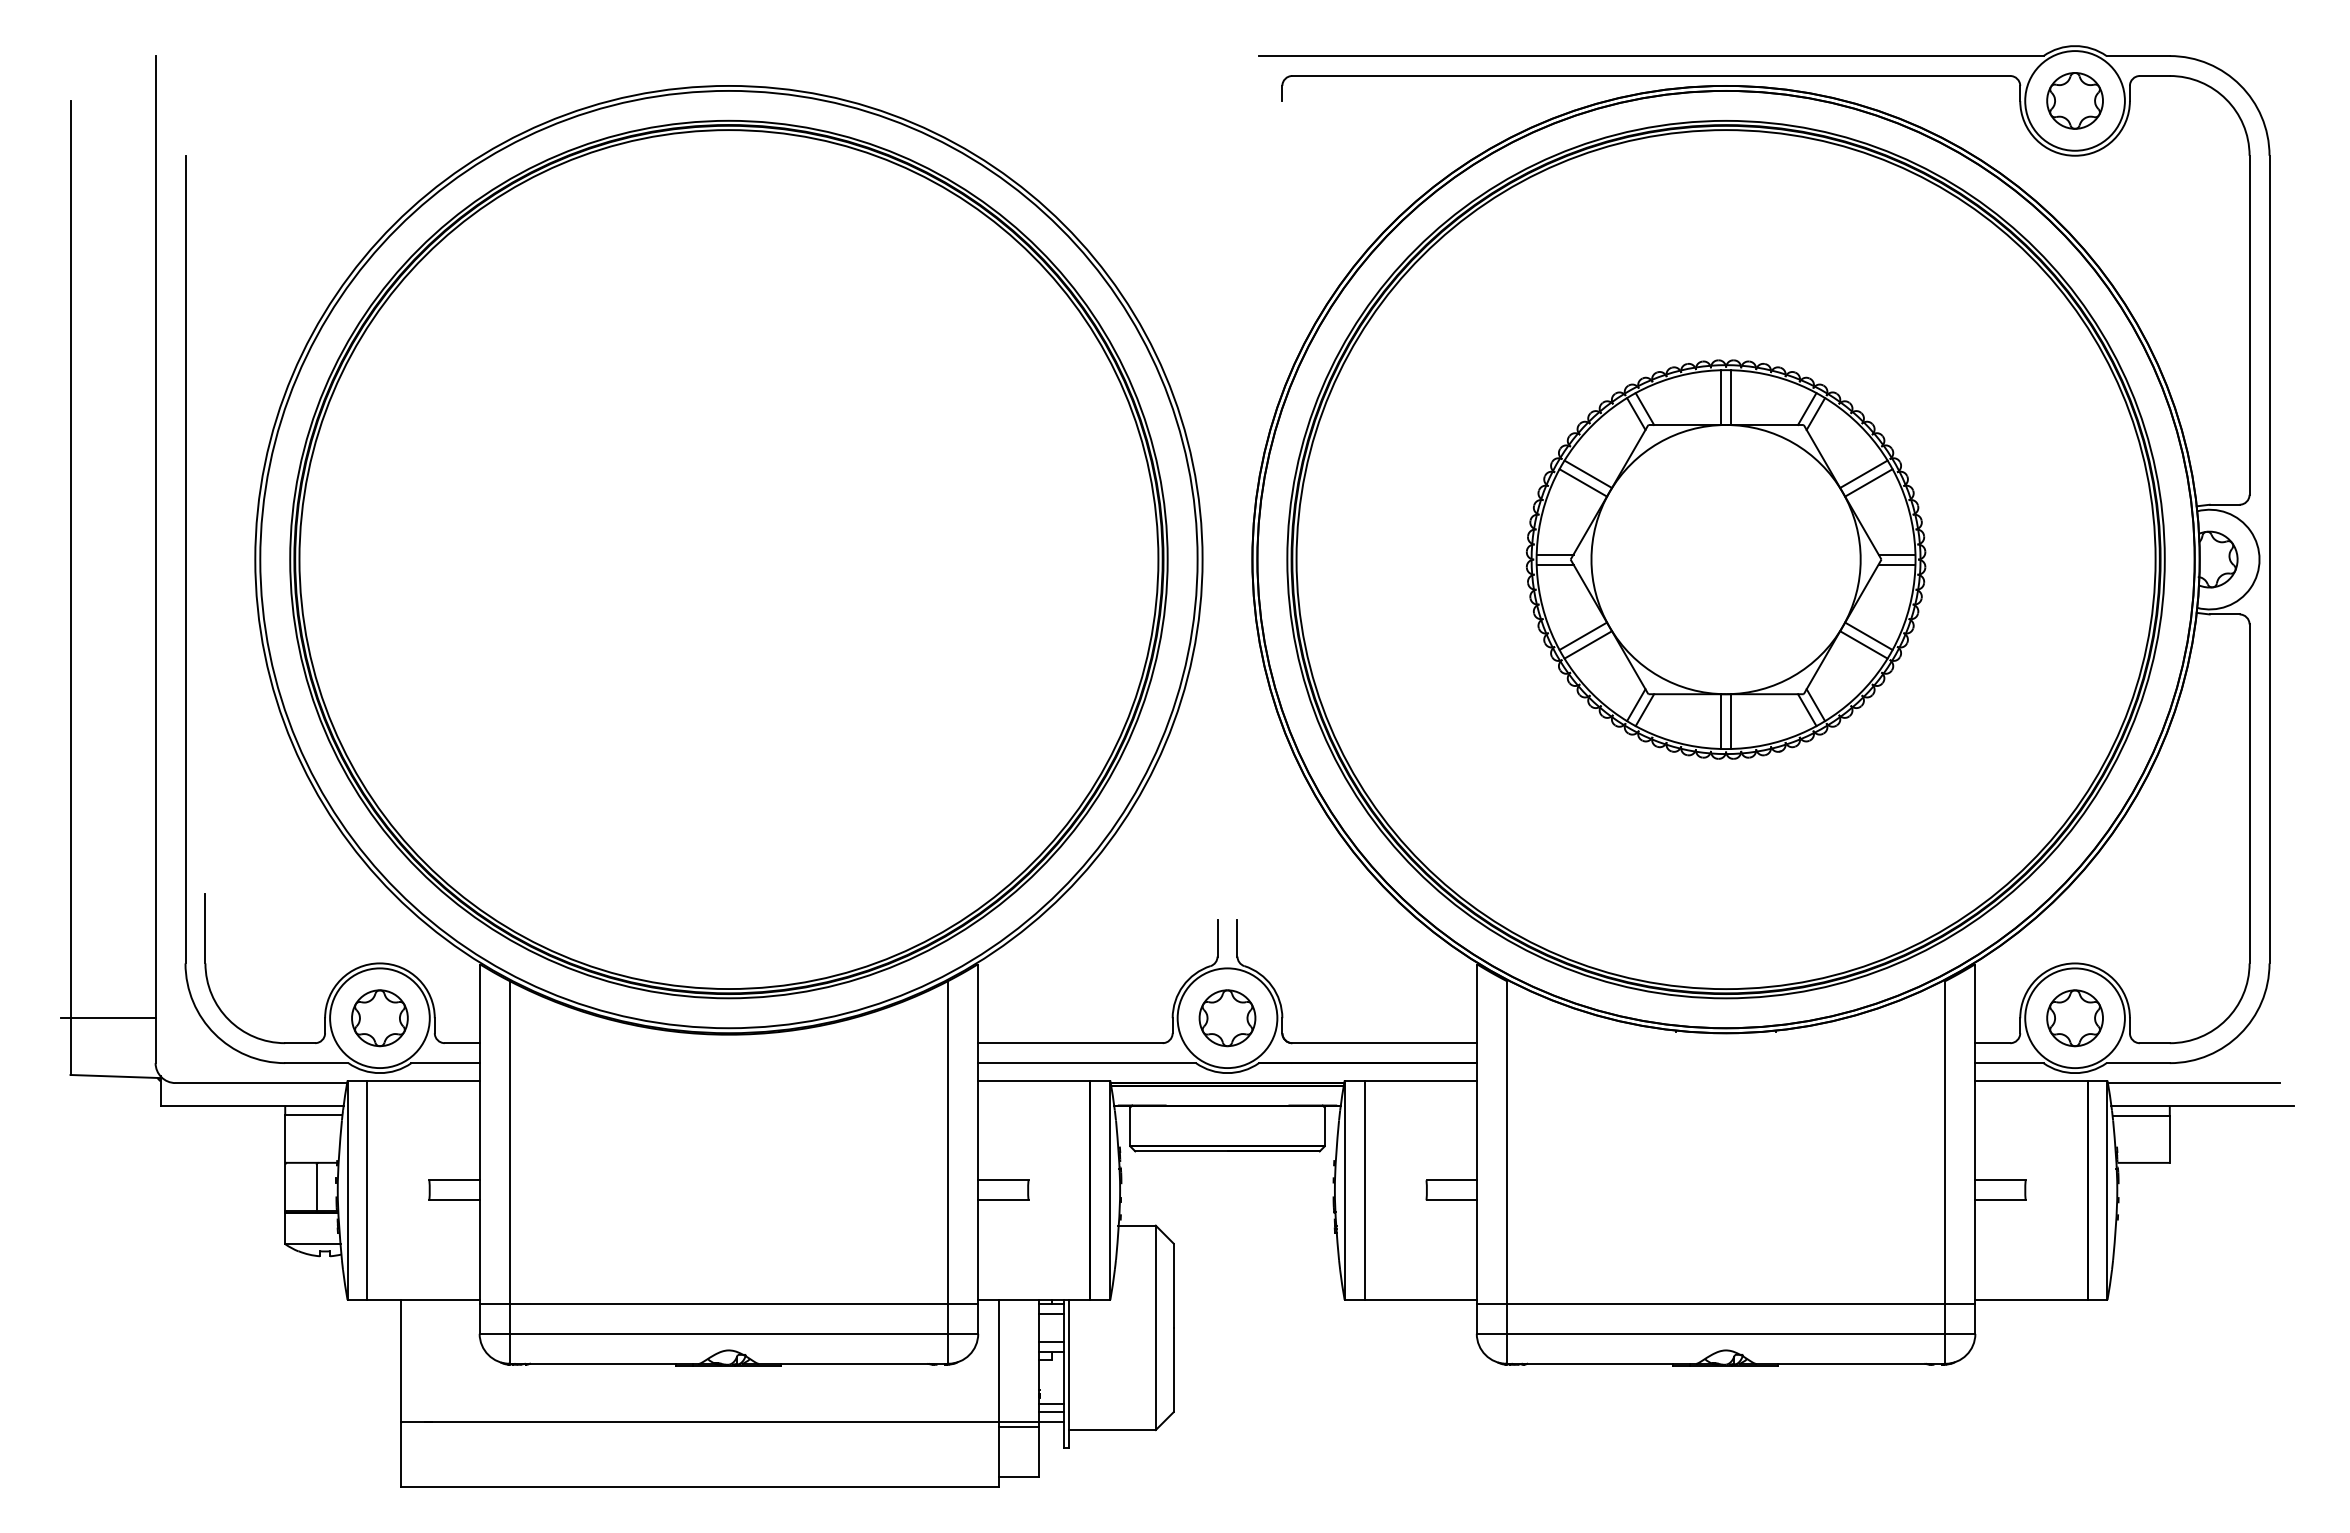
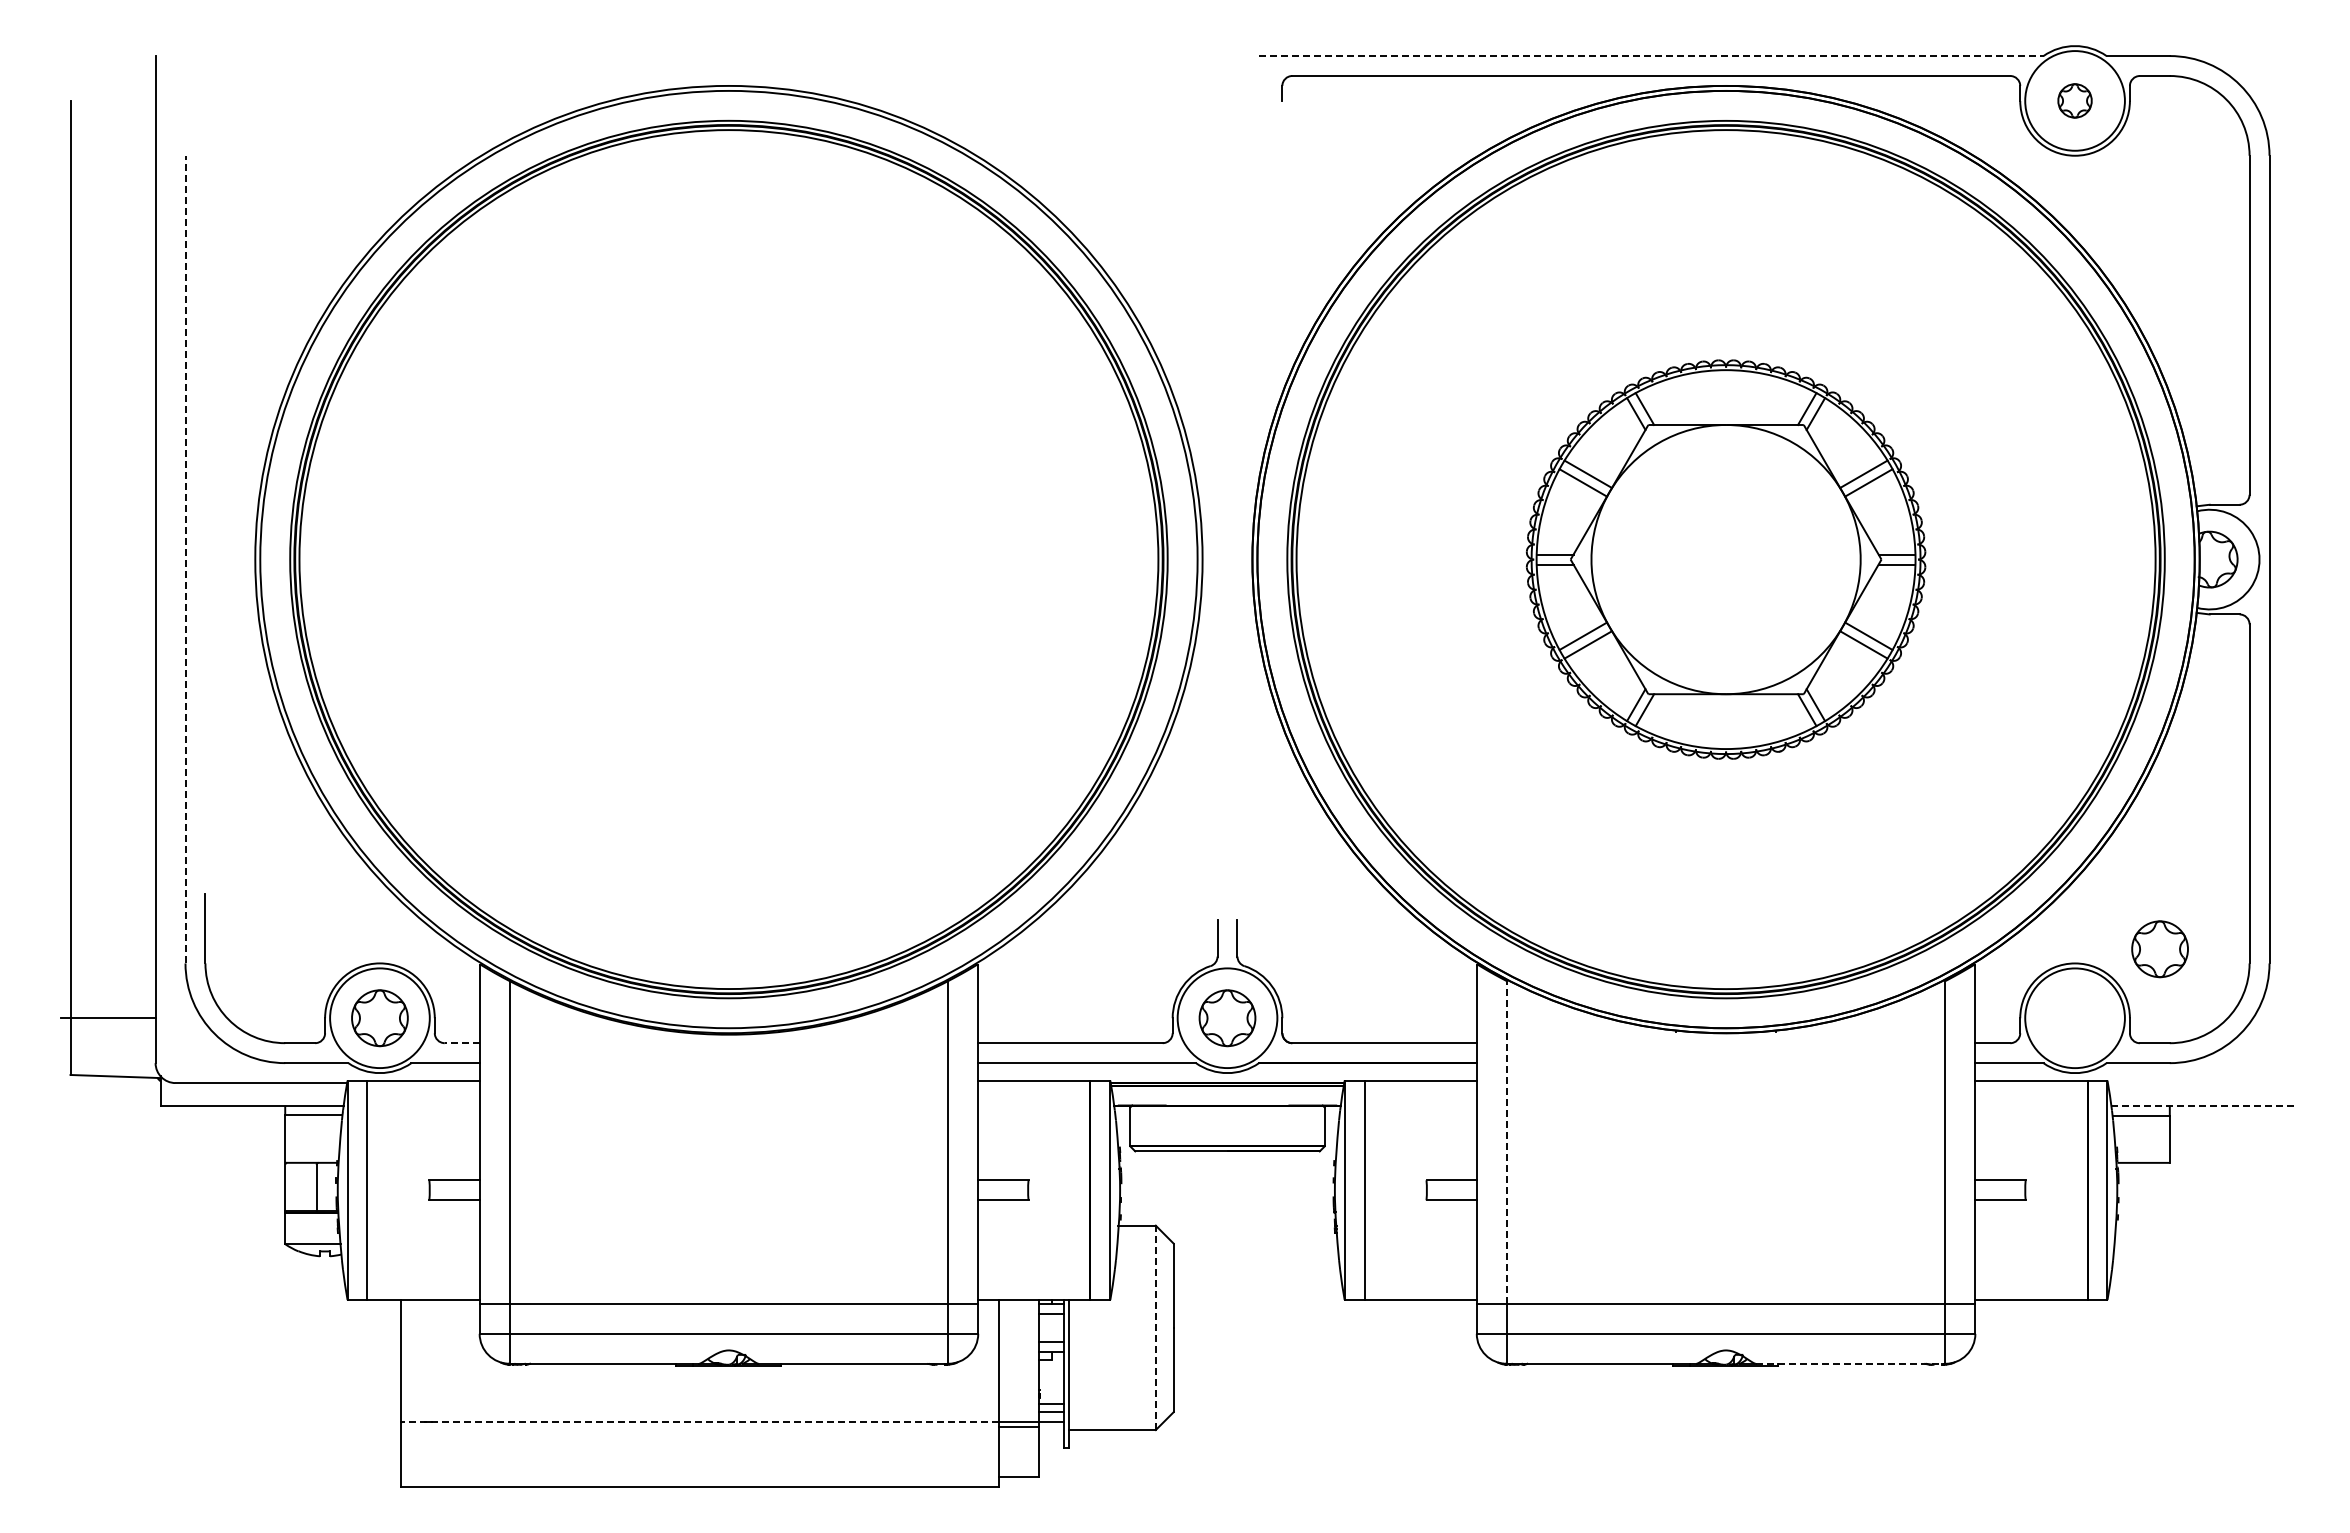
line at (1651, 56): solid -> dashed
part at (2074, 100) size: 58x58 px -> 36x36 px
line at (1721, 397): present -> none
line at (1731, 397): present -> none
line at (185, 559): solid -> dashed
line at (1721, 721): present -> none
line at (1731, 721): present -> none
part at (2074, 1018) position: (2074, 1018) -> (2159, 949)
line at (461, 1043): solid -> dashed
line at (2193, 1083): present -> none
line at (2202, 1105): solid -> dashed
line at (1506, 1142): solid -> dashed
line at (1155, 1327): solid -> dashed
line at (1850, 1363): solid -> dashed
line at (699, 1422): solid -> dashed
